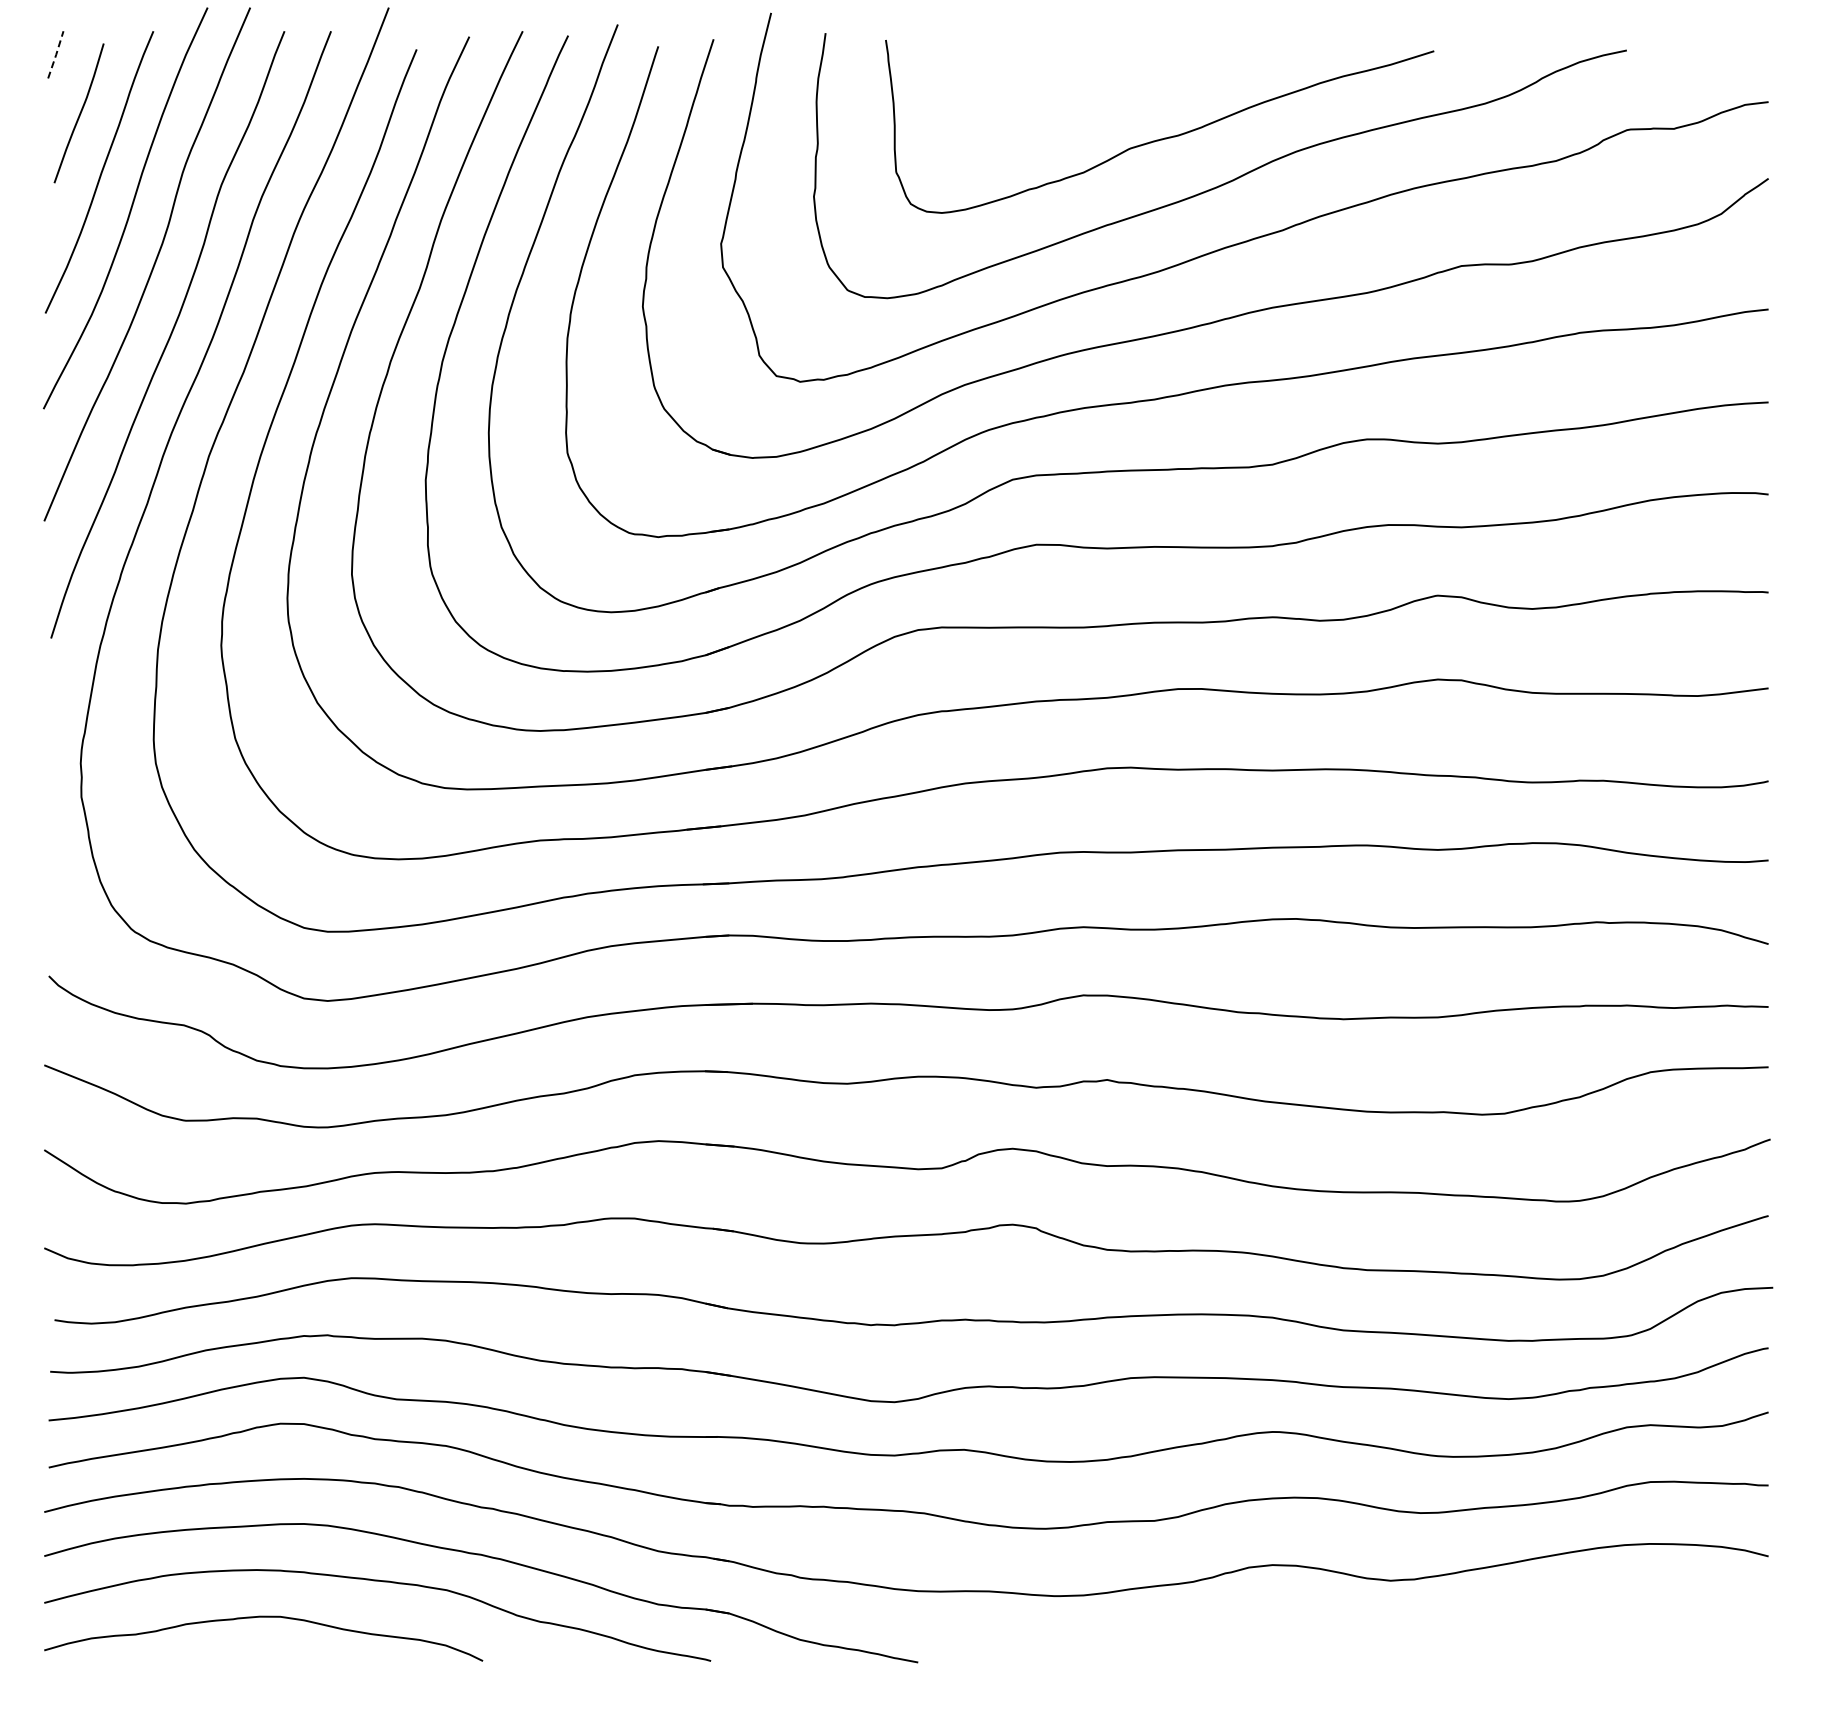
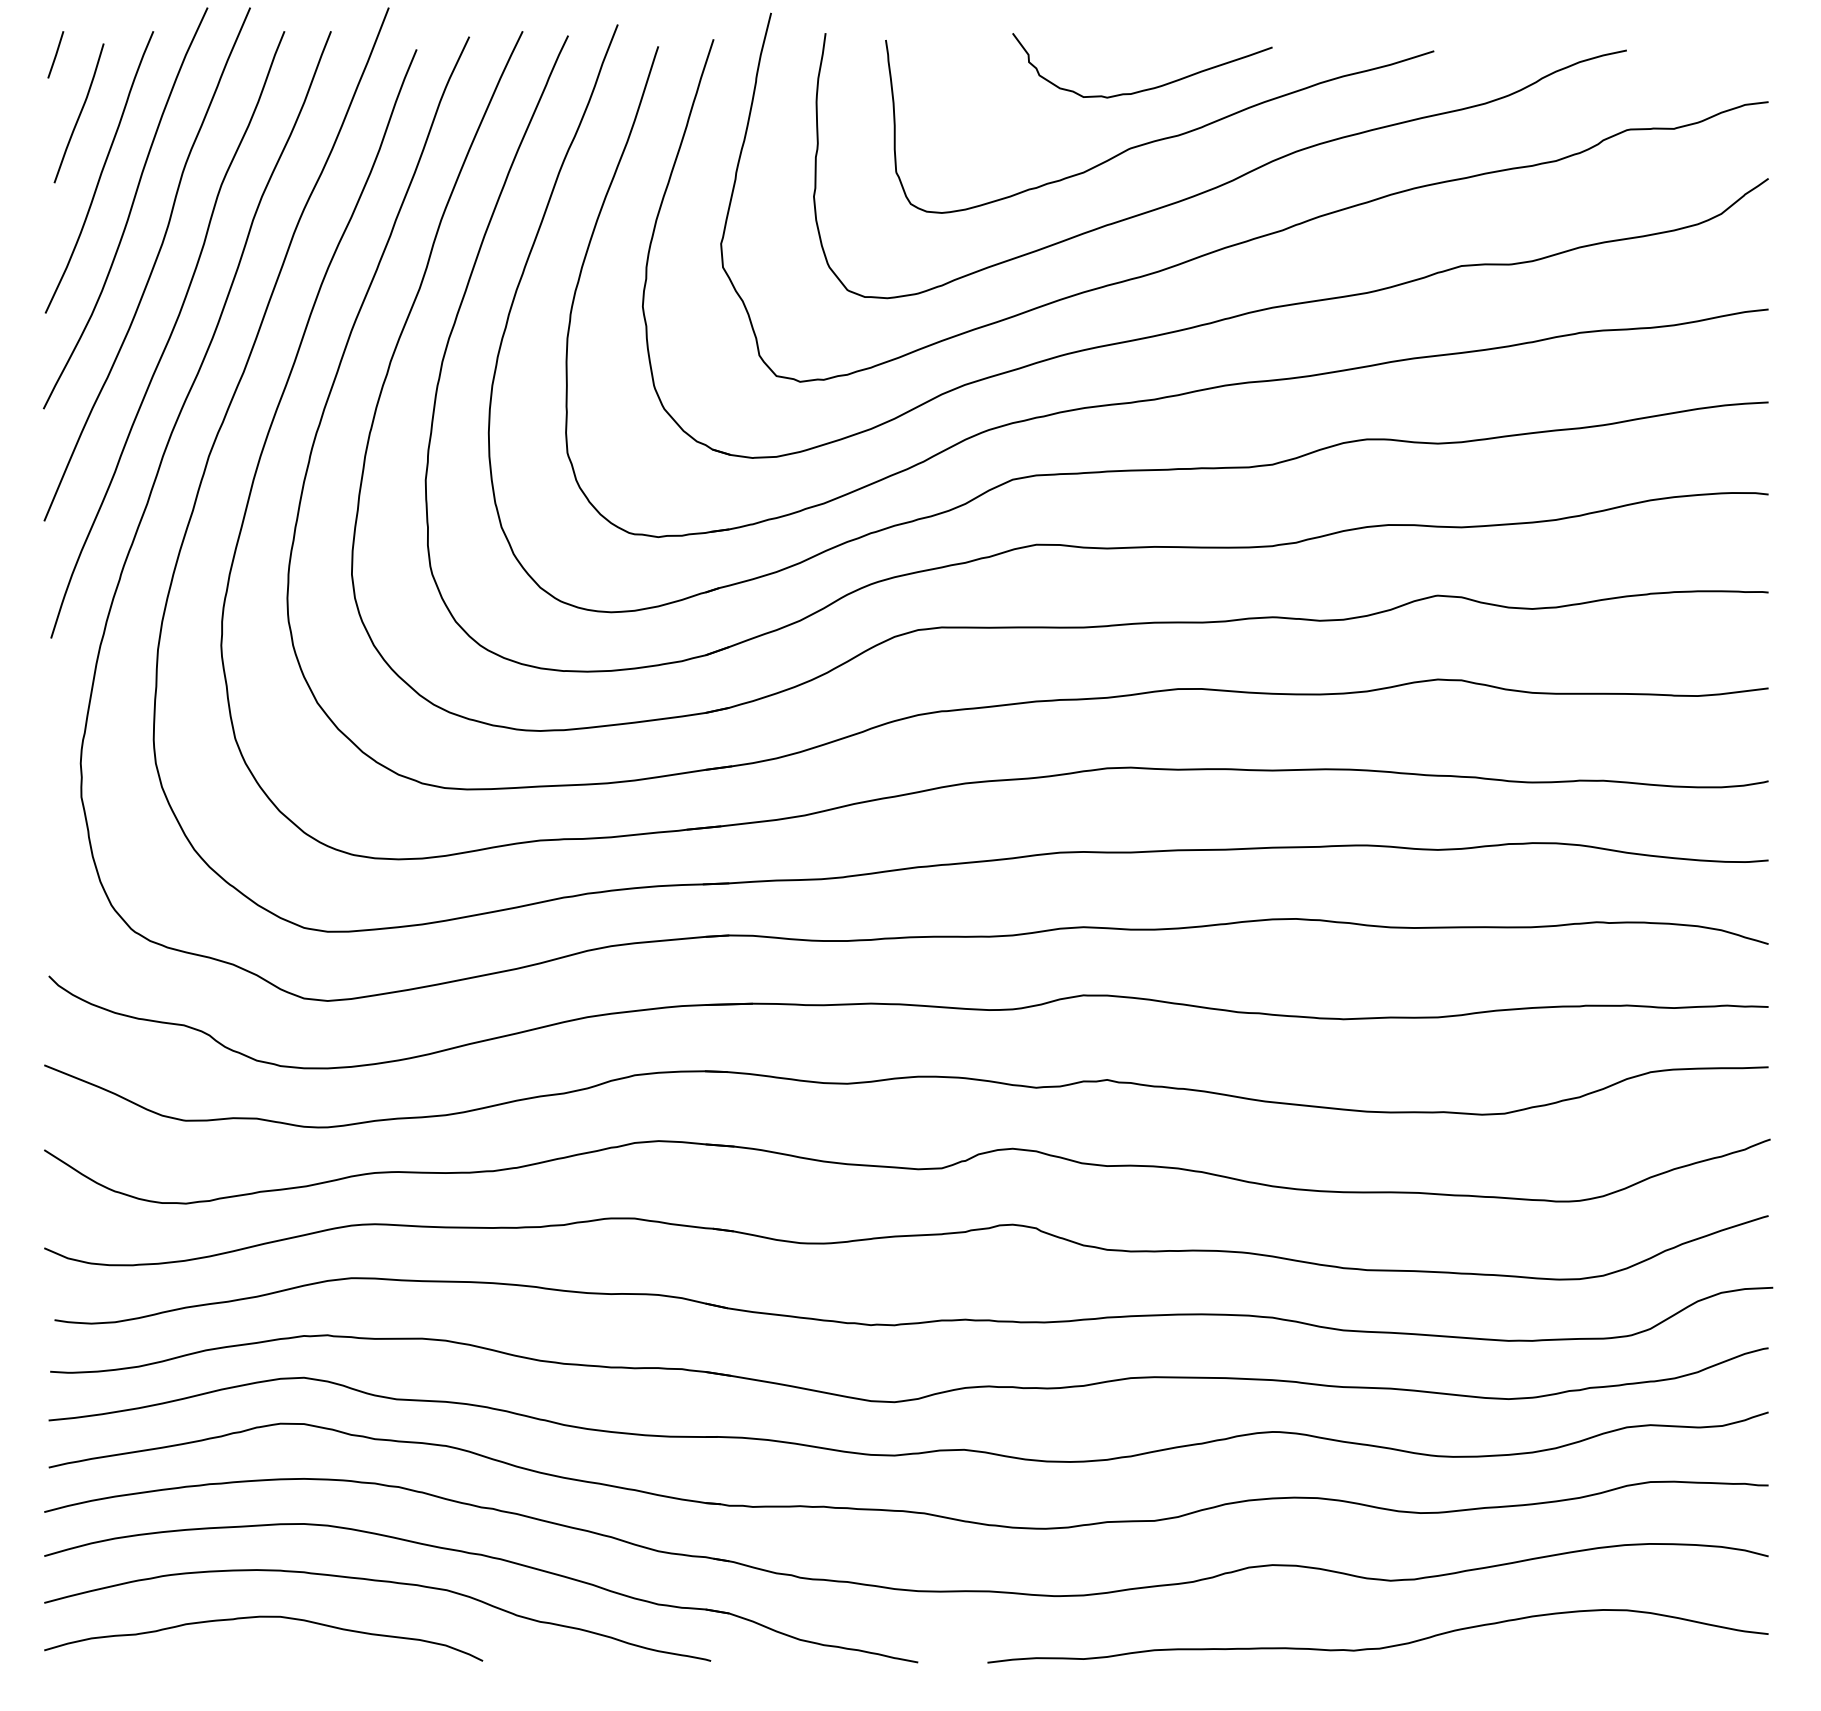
line at (56, 54): dashed -> solid
curve at (1147, 88): none -> present
curve at (1377, 1647): none -> present
